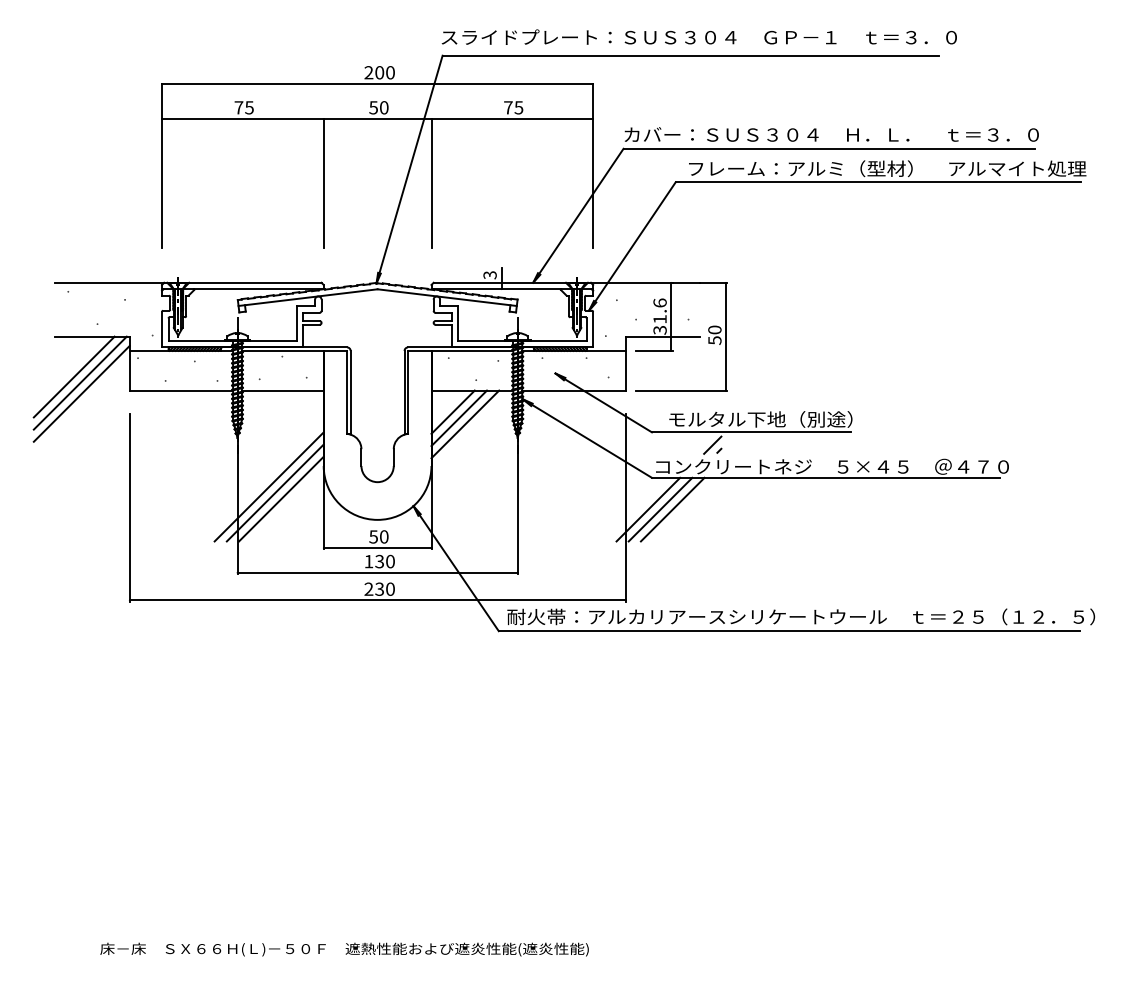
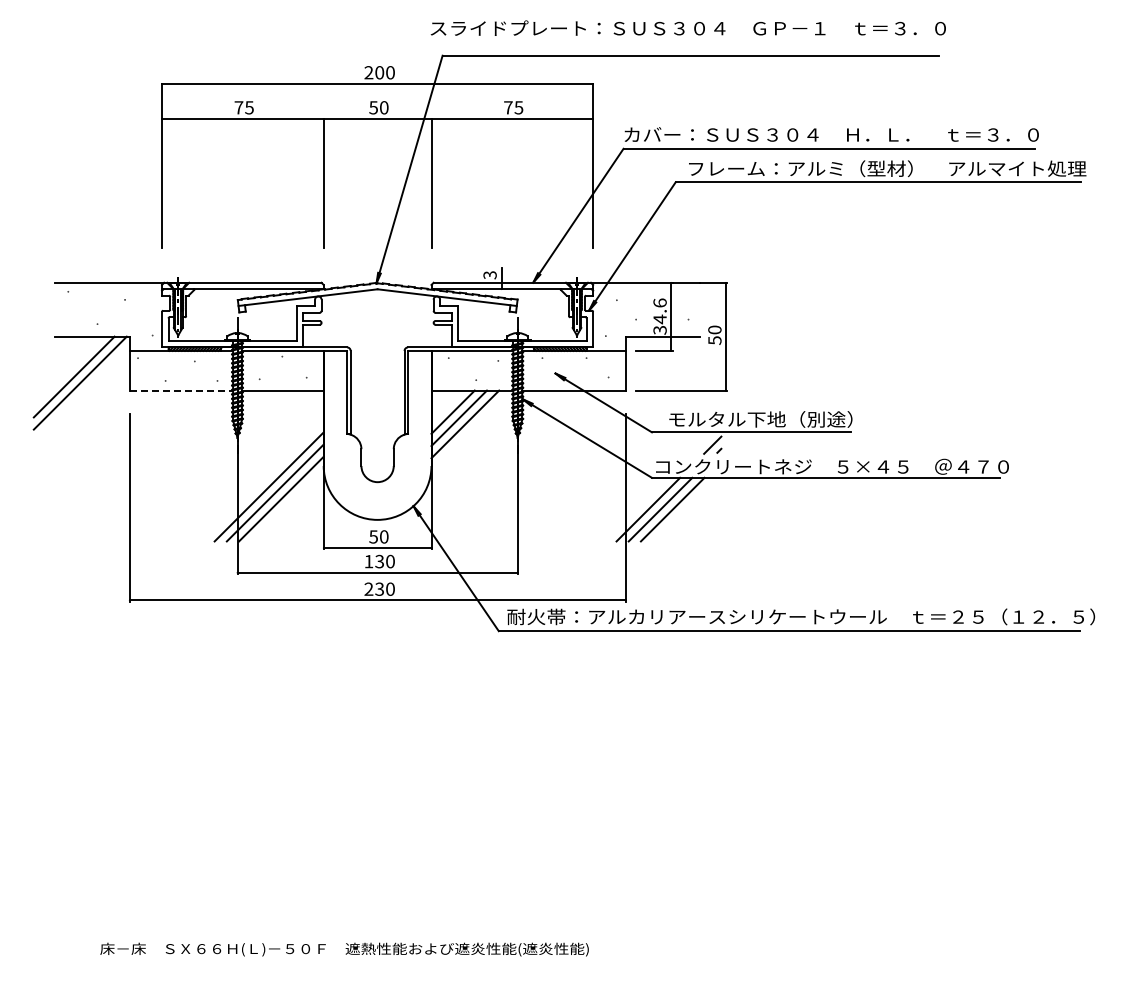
text at (698, 36) position: (698, 36) -> (687, 27)
text at (659, 319): 31.6 -> 34.6
line at (181, 390): solid -> dashed
line at (81, 393): present -> none
